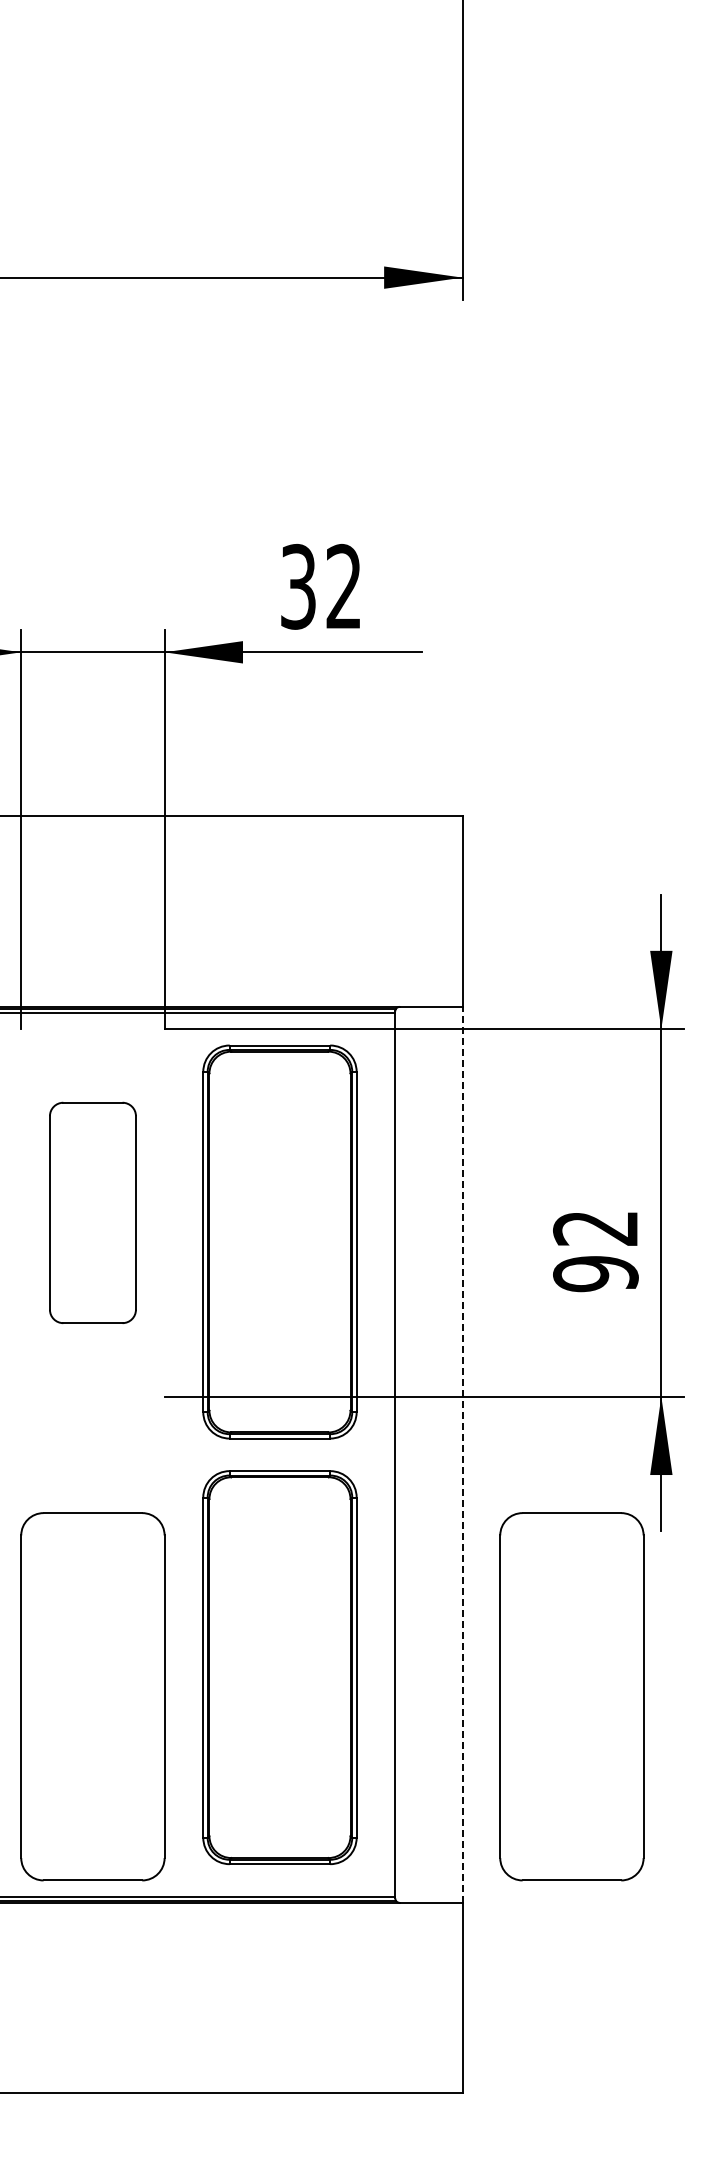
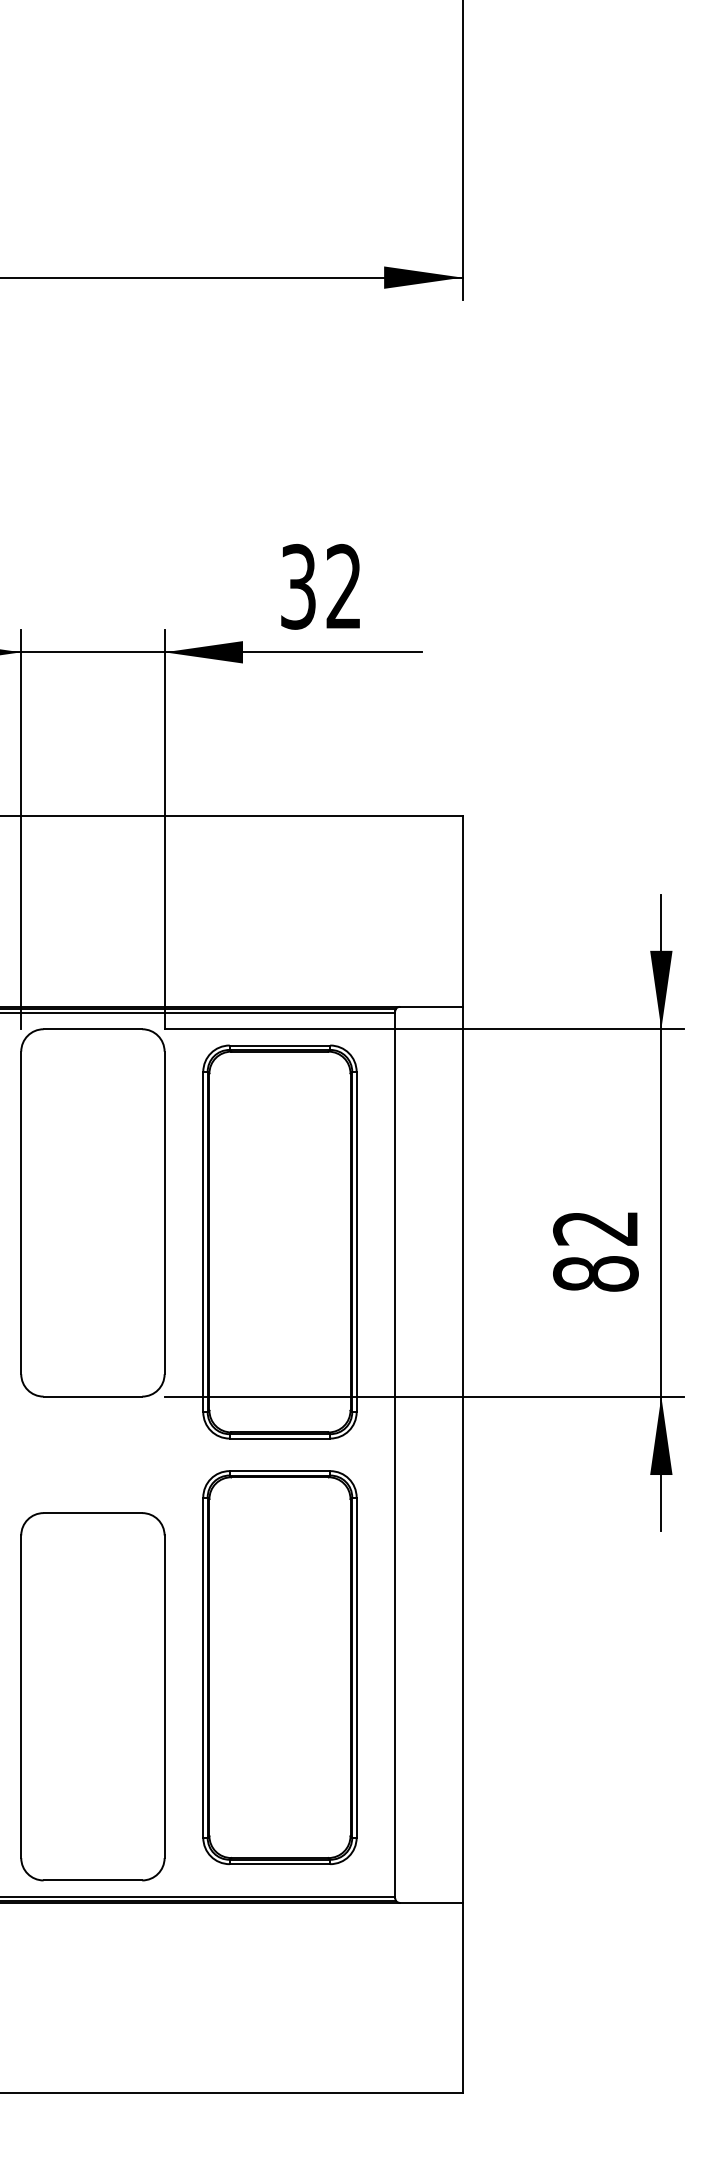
part at (92, 1212) size: 88x223 px -> 146x370 px
text at (595, 1274): 92 -> 82
line at (462, 1454): dashed -> solid
part at (571, 1696): present -> none
